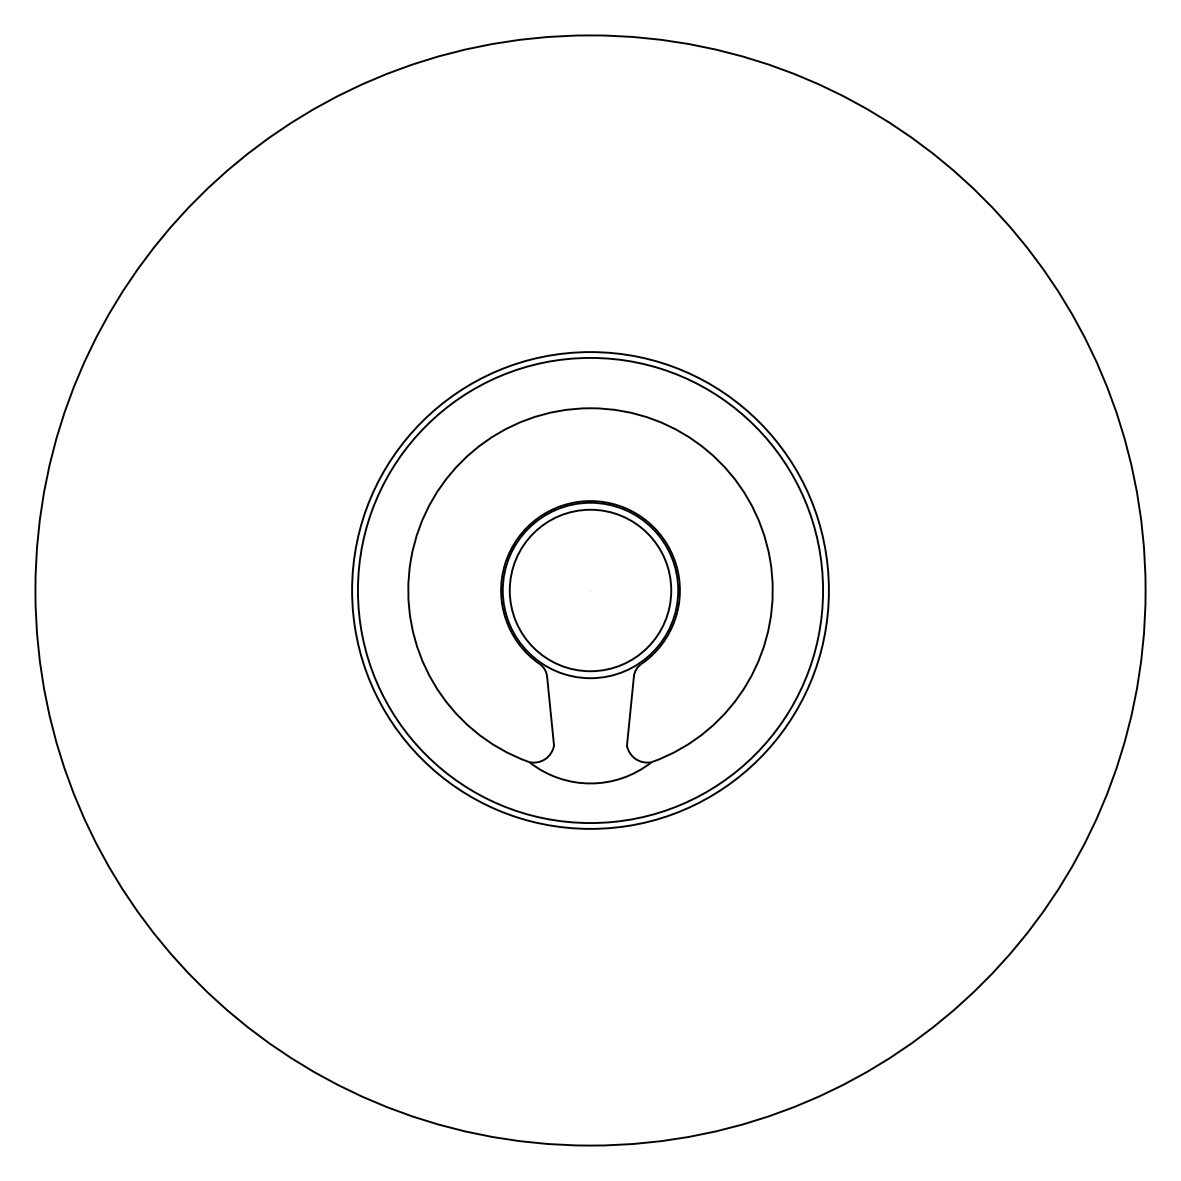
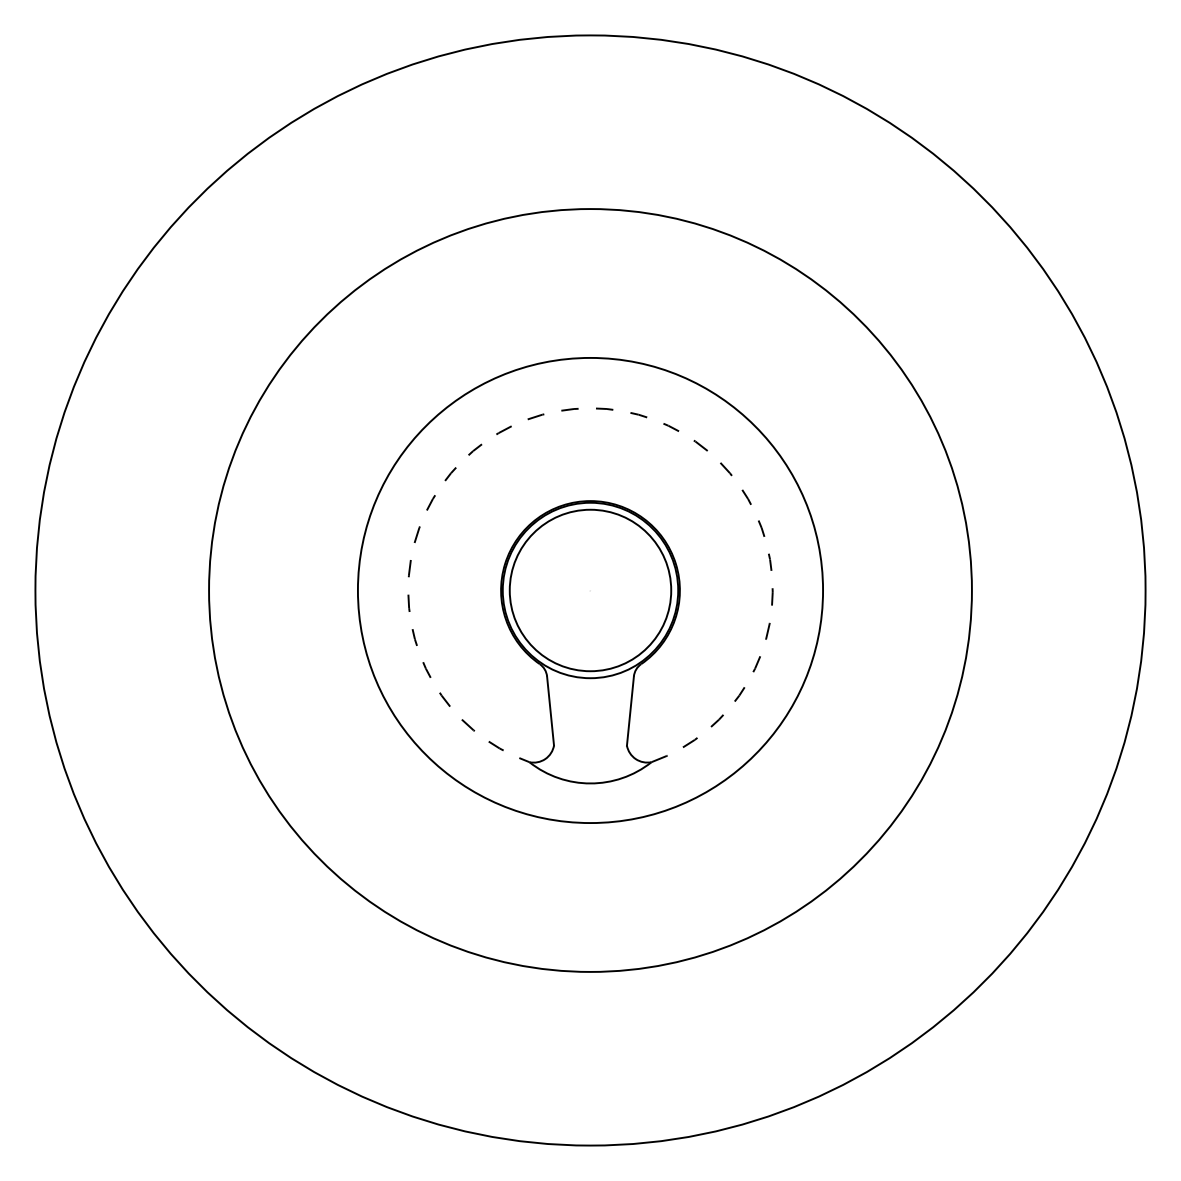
arc at (590, 408): solid -> dashed
circle at (590, 590) diameter: 477 px -> 763 px
